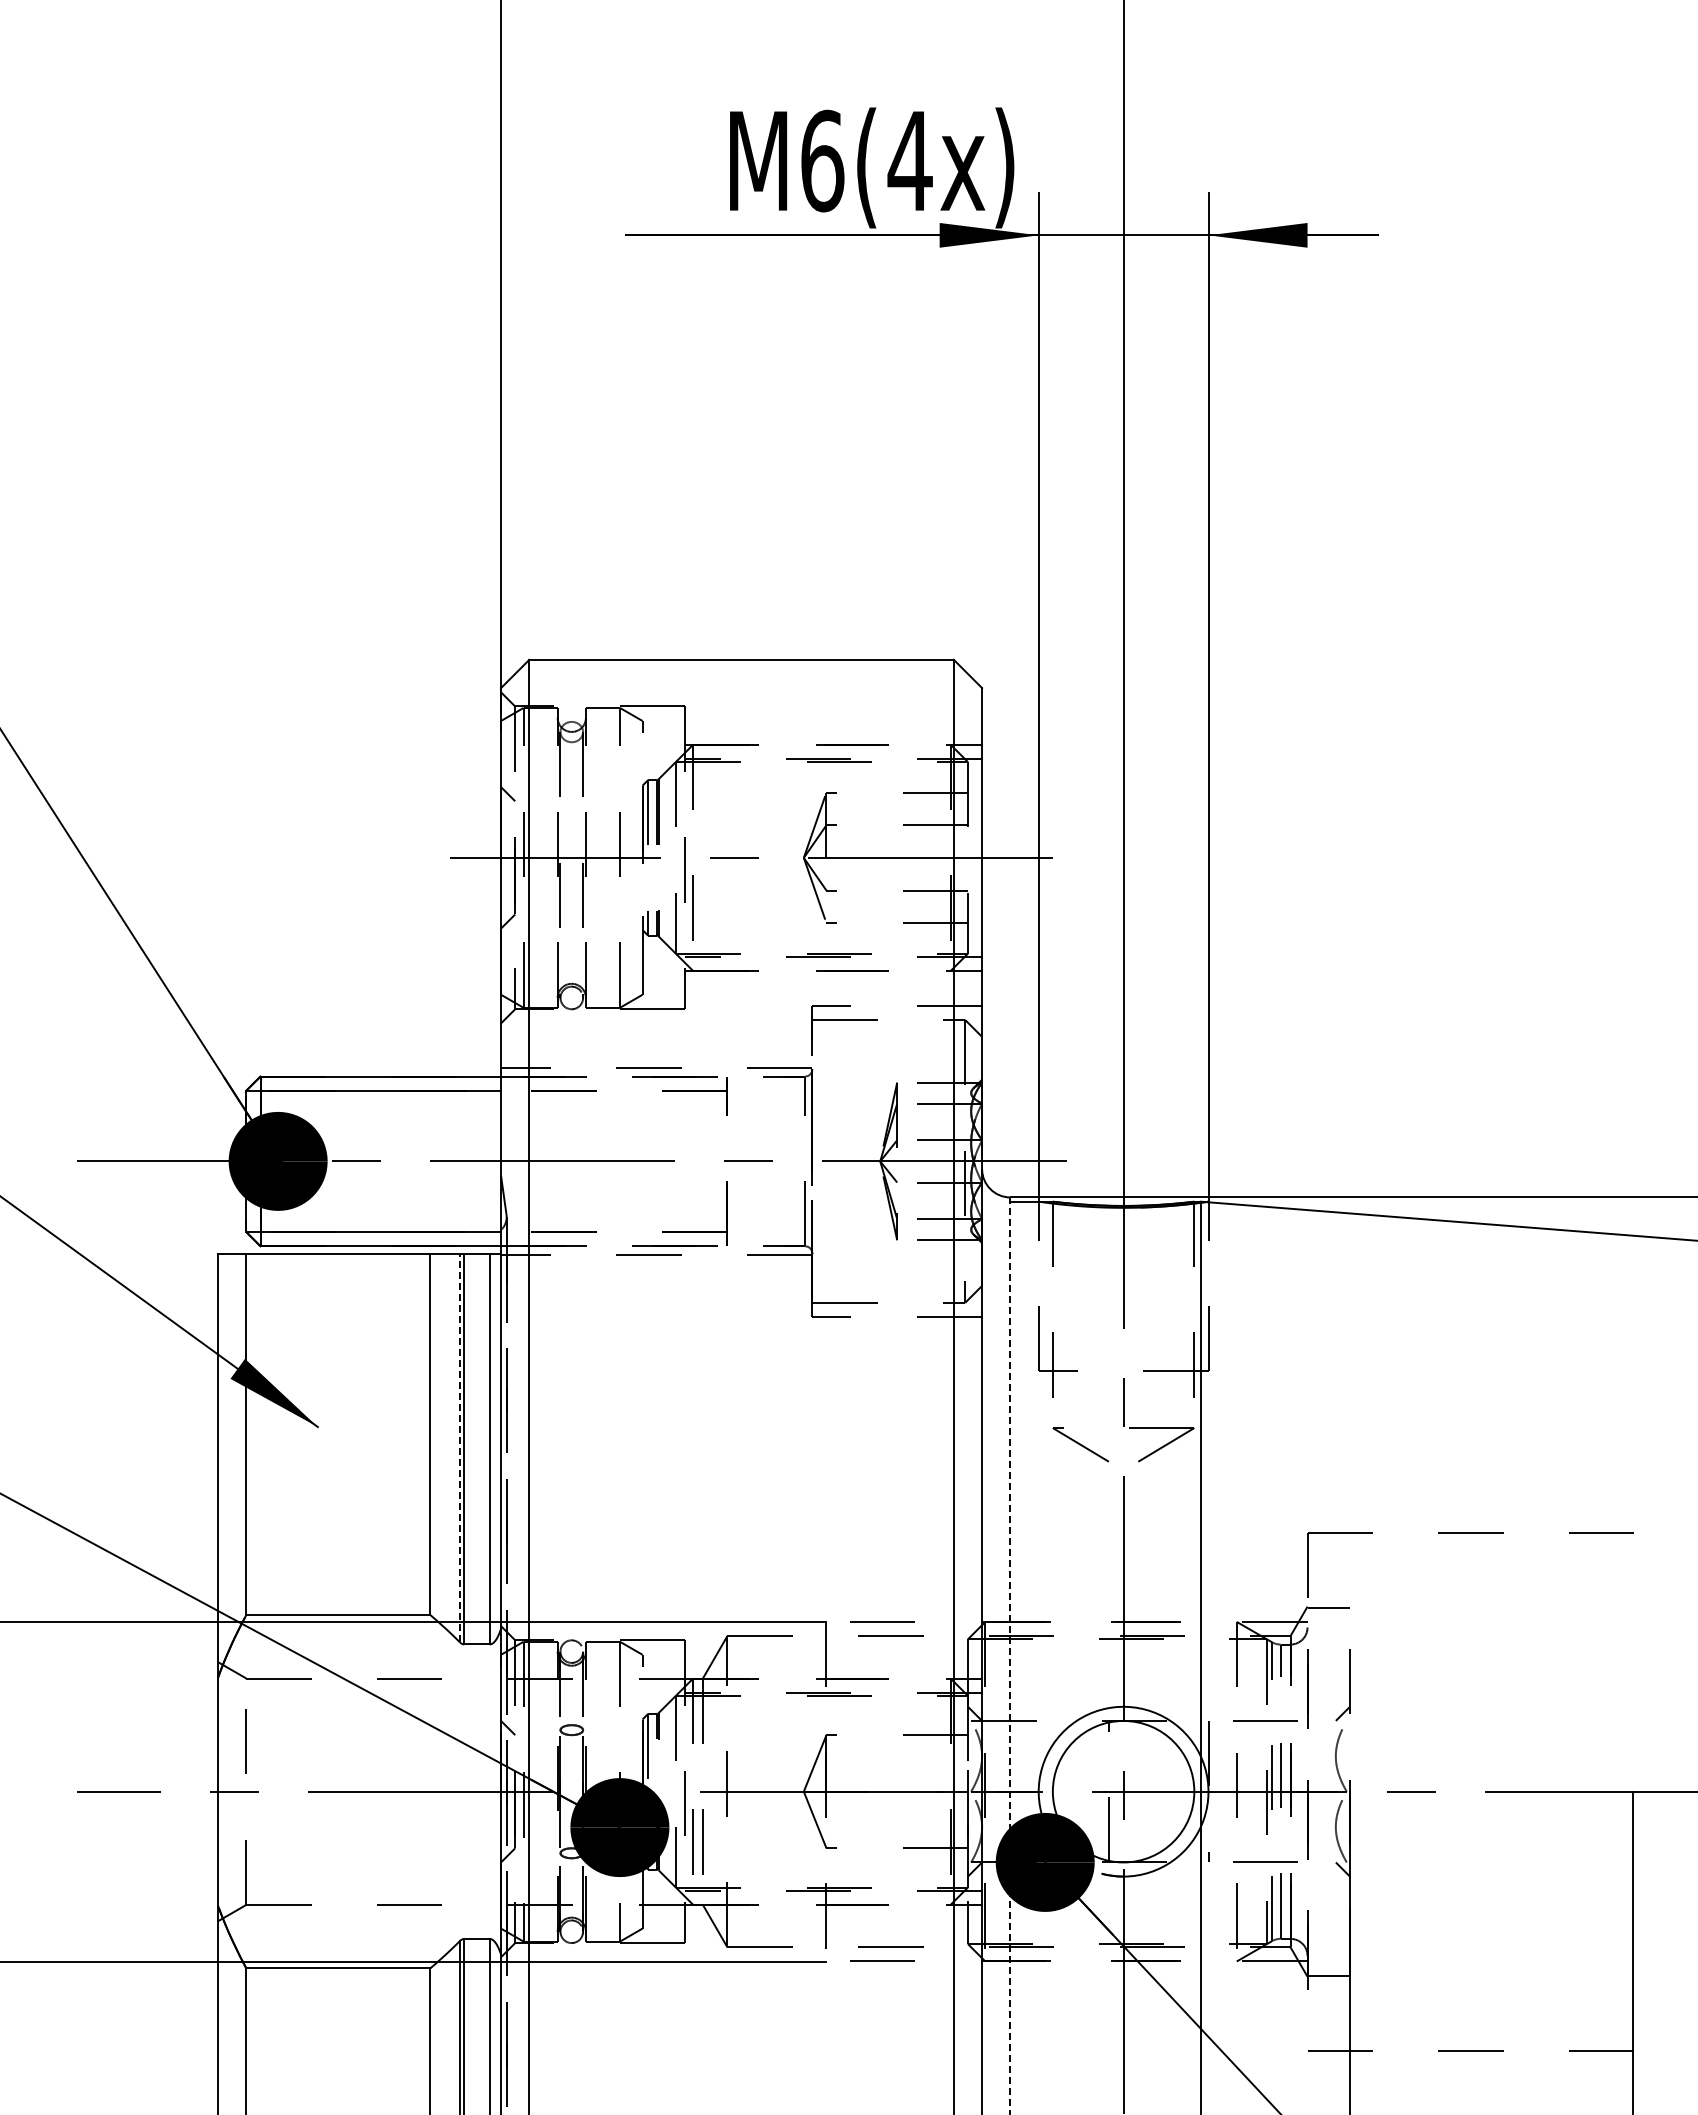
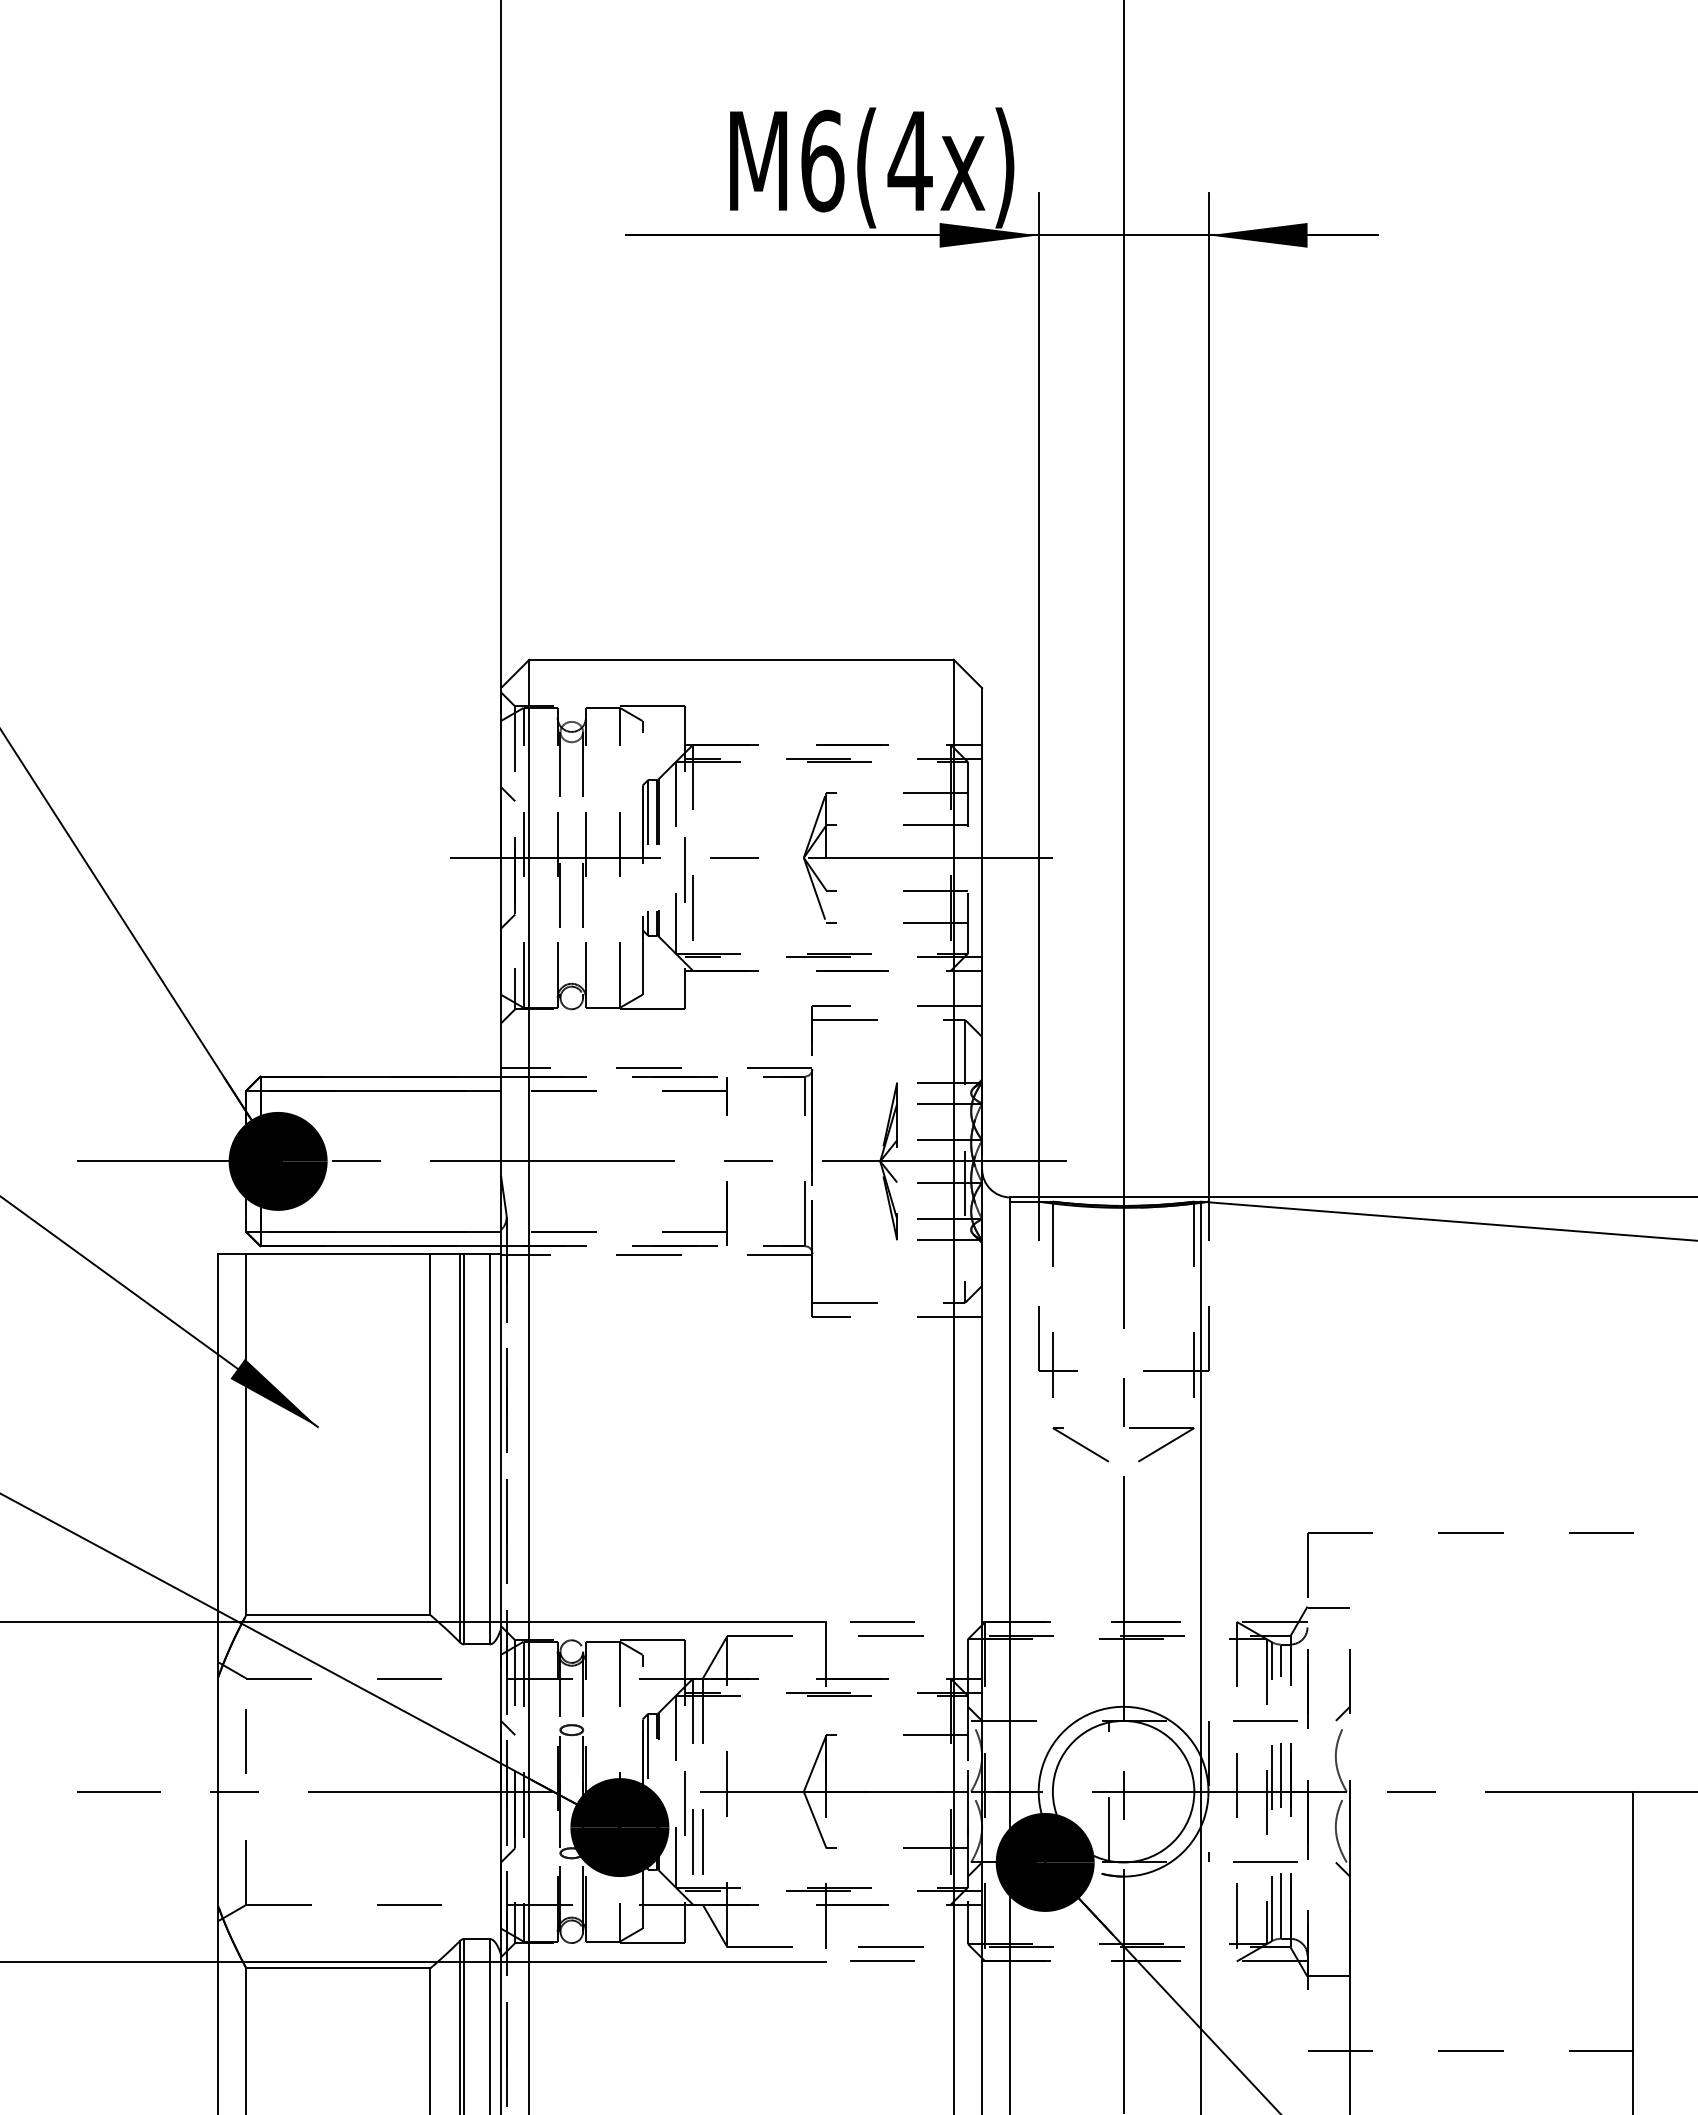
line at (459, 1447): dashed -> solid
line at (1010, 1656): dashed -> solid
